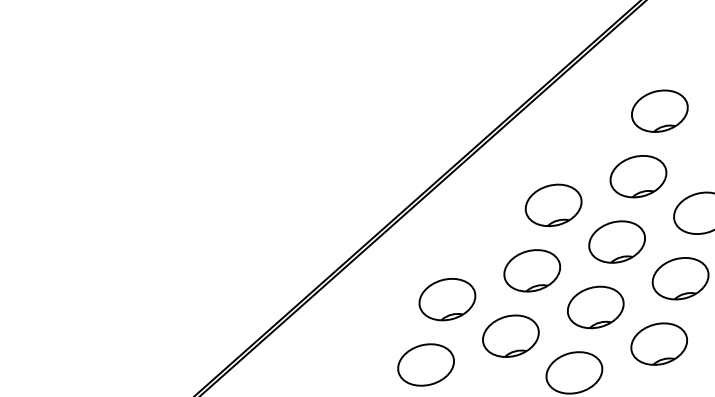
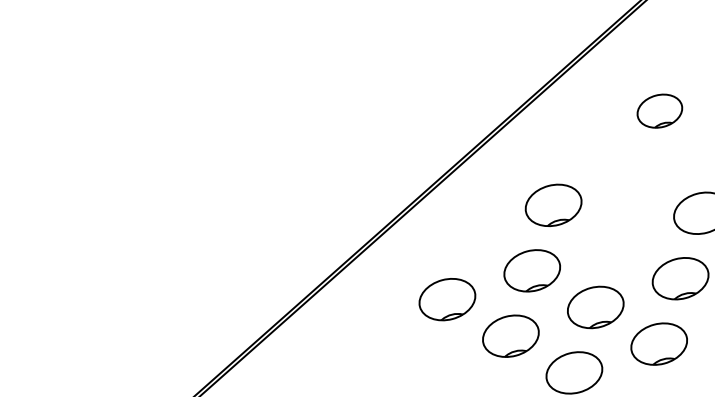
part at (659, 110) size: 58x44 px -> 48x36 px
part at (638, 176): present -> none
part at (616, 241): present -> none
part at (425, 364): present -> none
